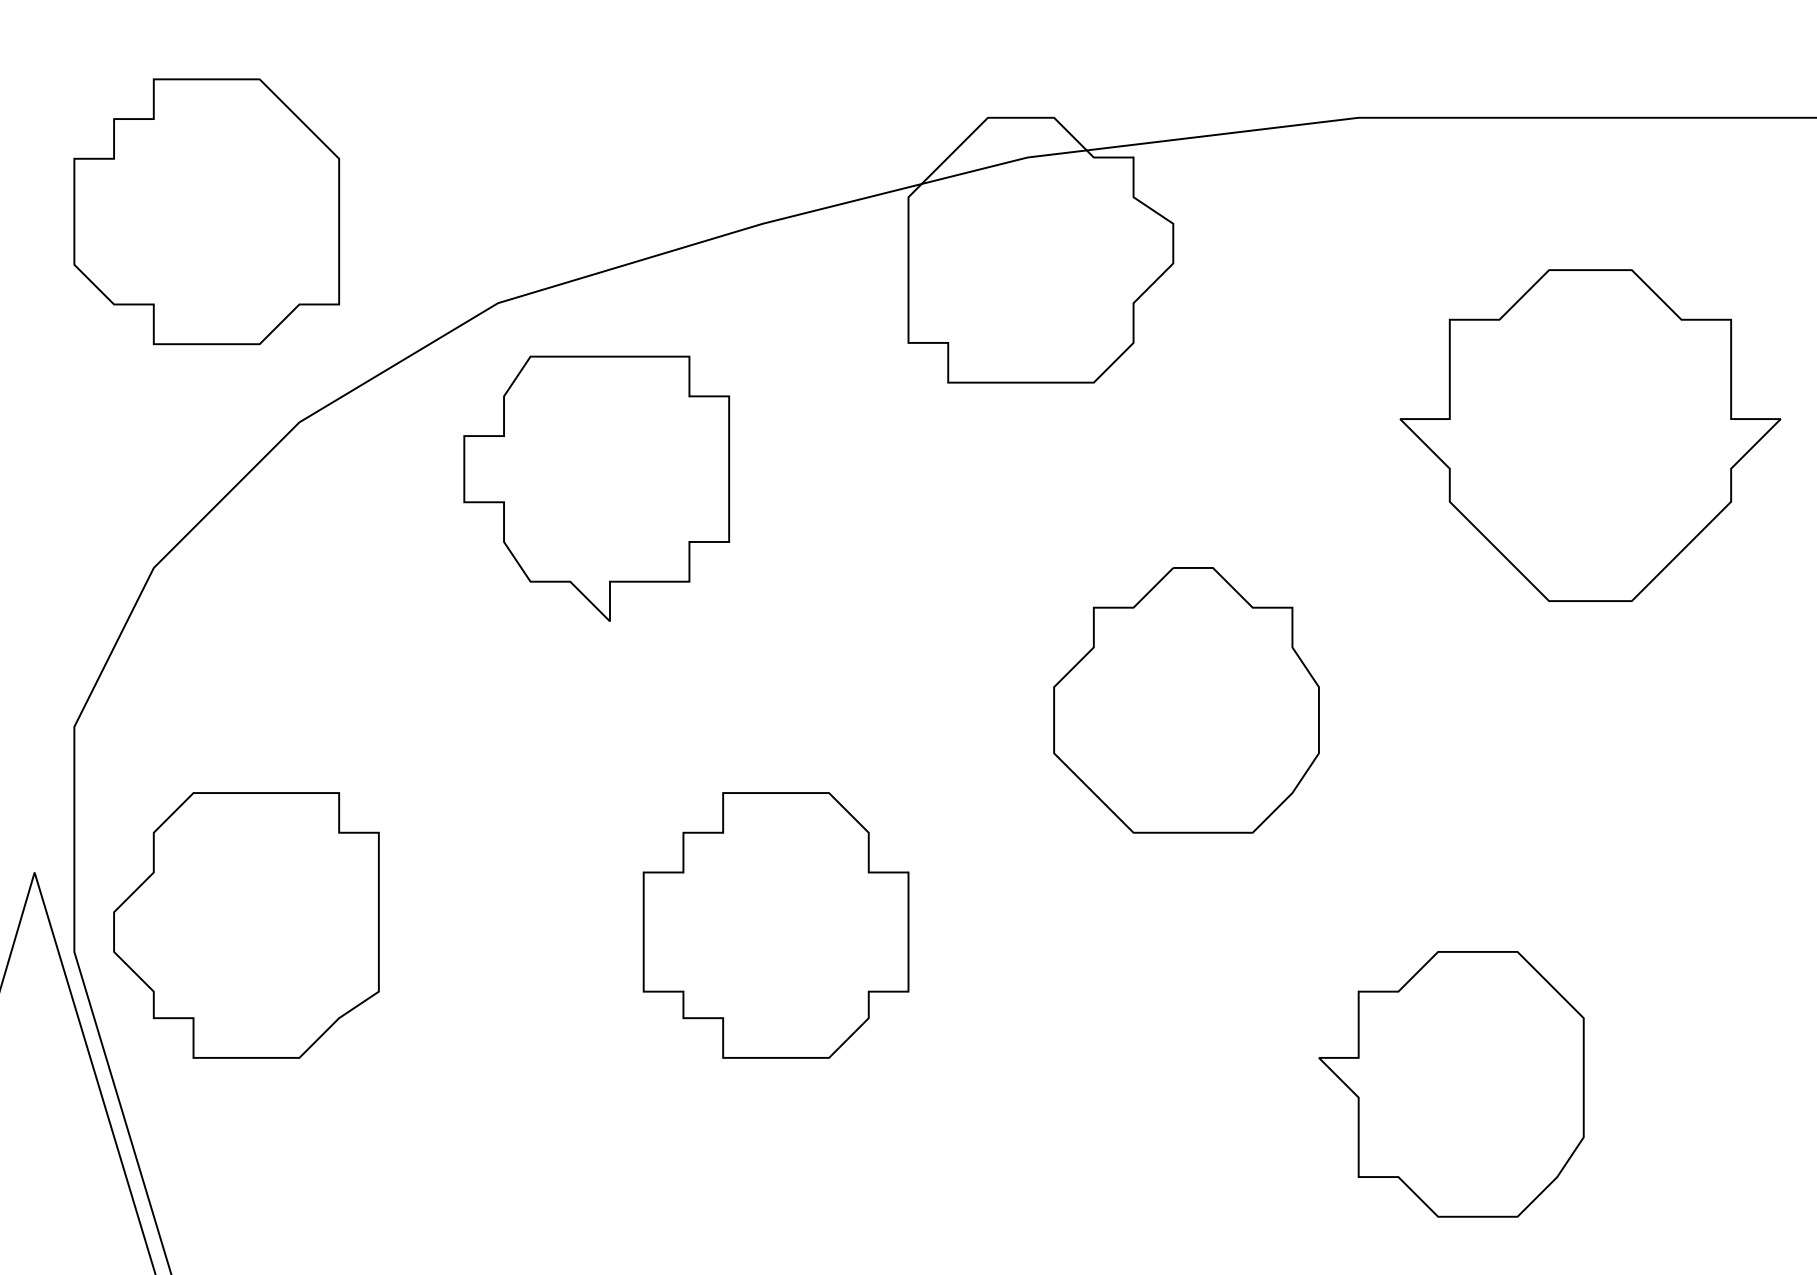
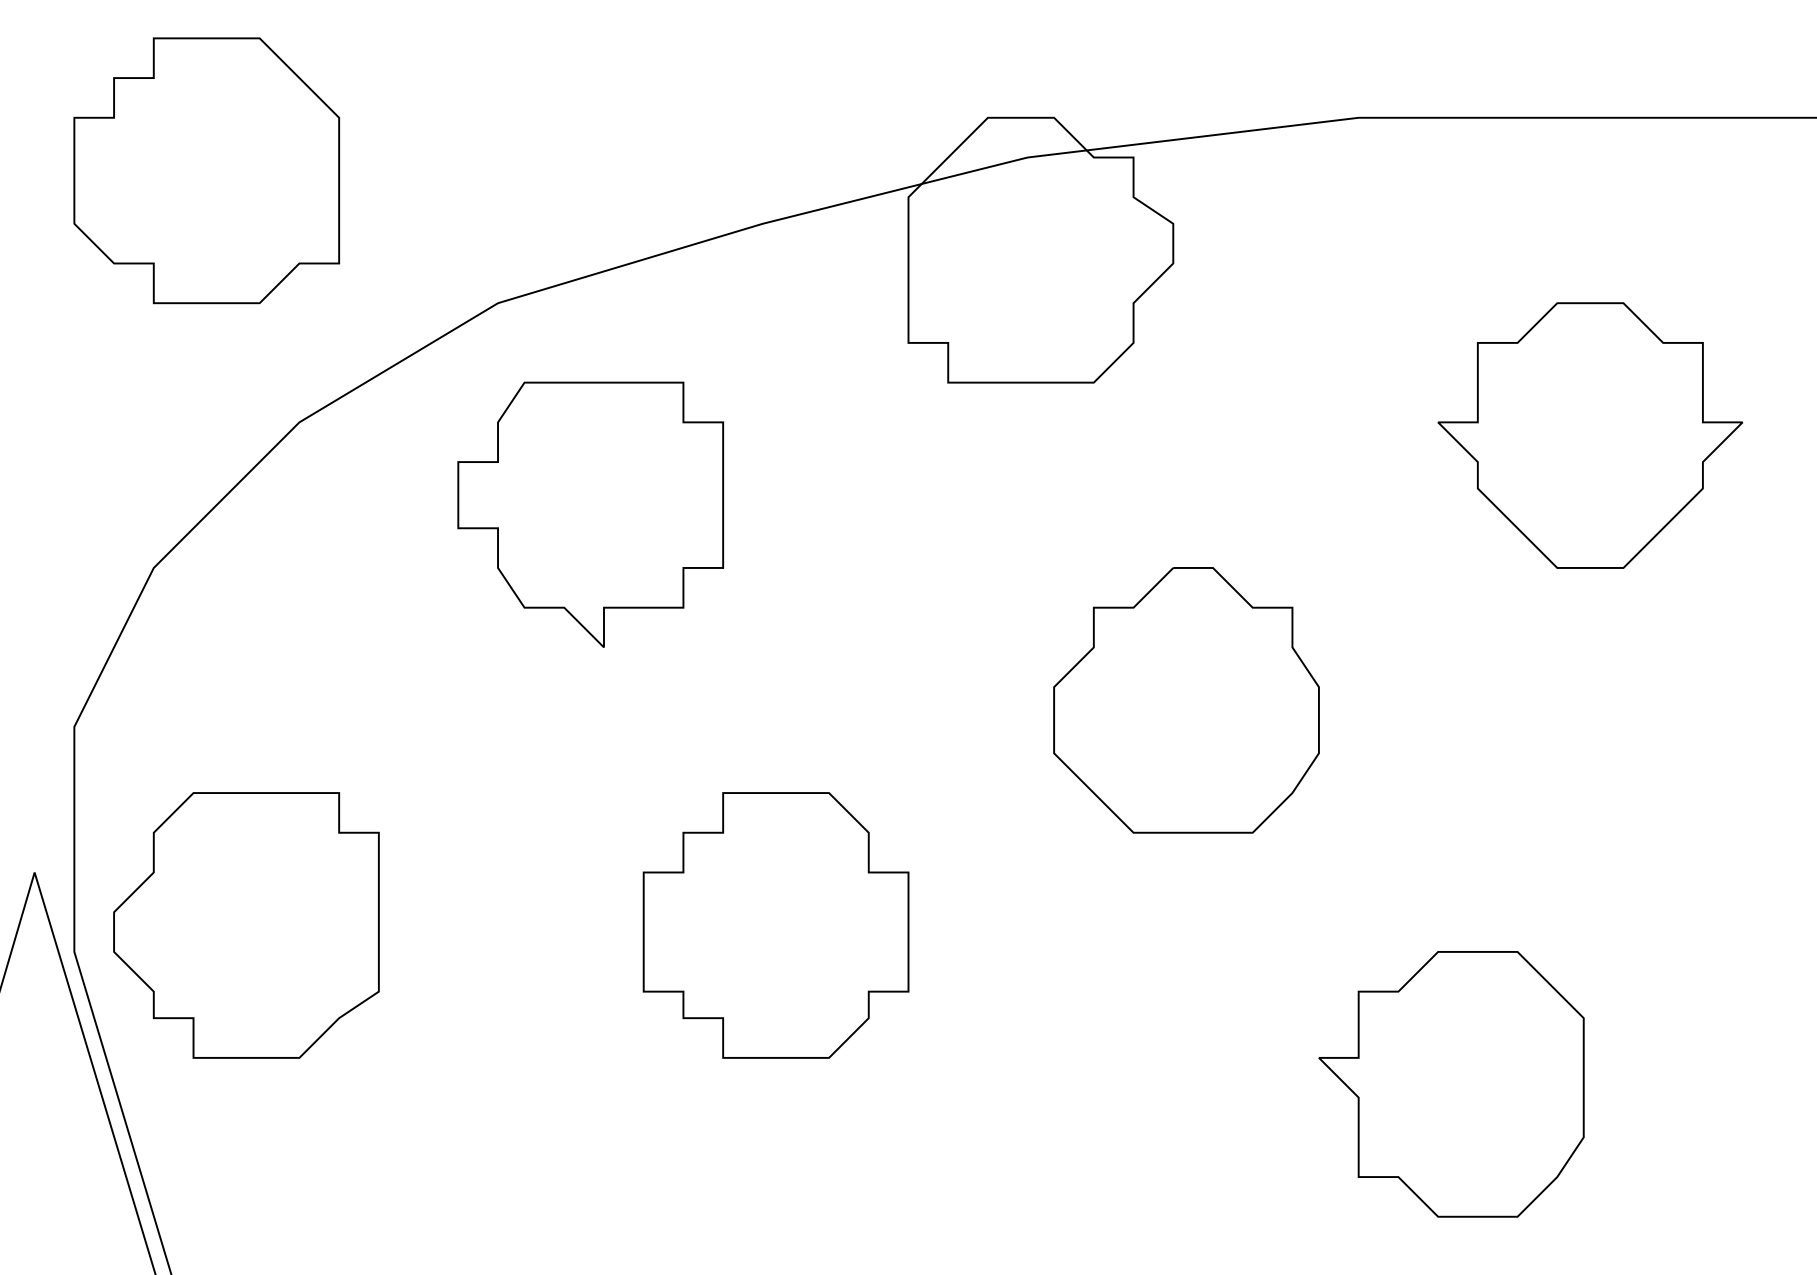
part at (206, 211) position: (206, 211) -> (206, 170)
part at (1590, 435) size: 383x333 px -> 306x267 px
part at (596, 488) position: (596, 488) -> (590, 514)
